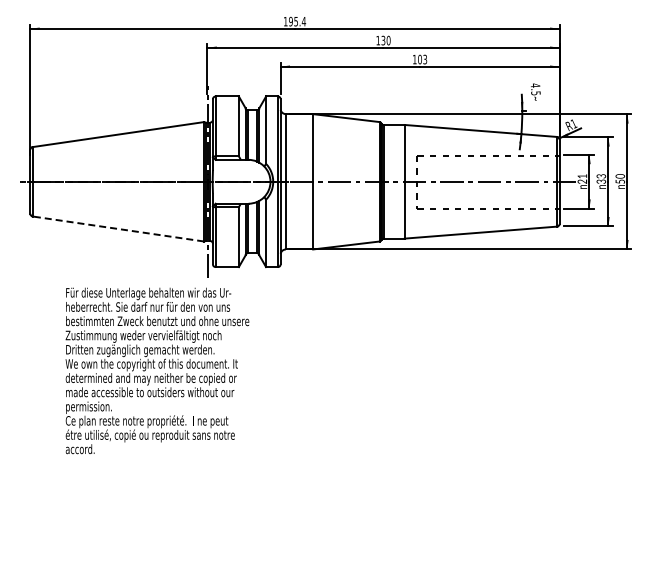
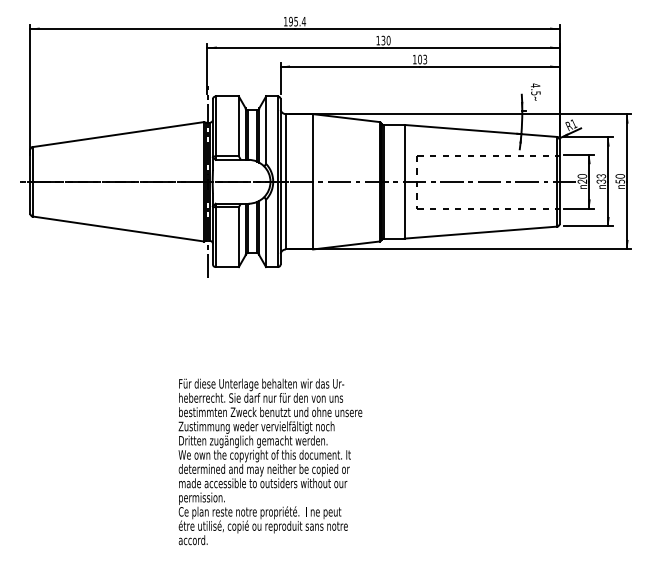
text at (582, 176): 21 -> 20
line at (118, 229): dashed -> solid
text at (157, 370) position: (157, 370) -> (270, 461)
